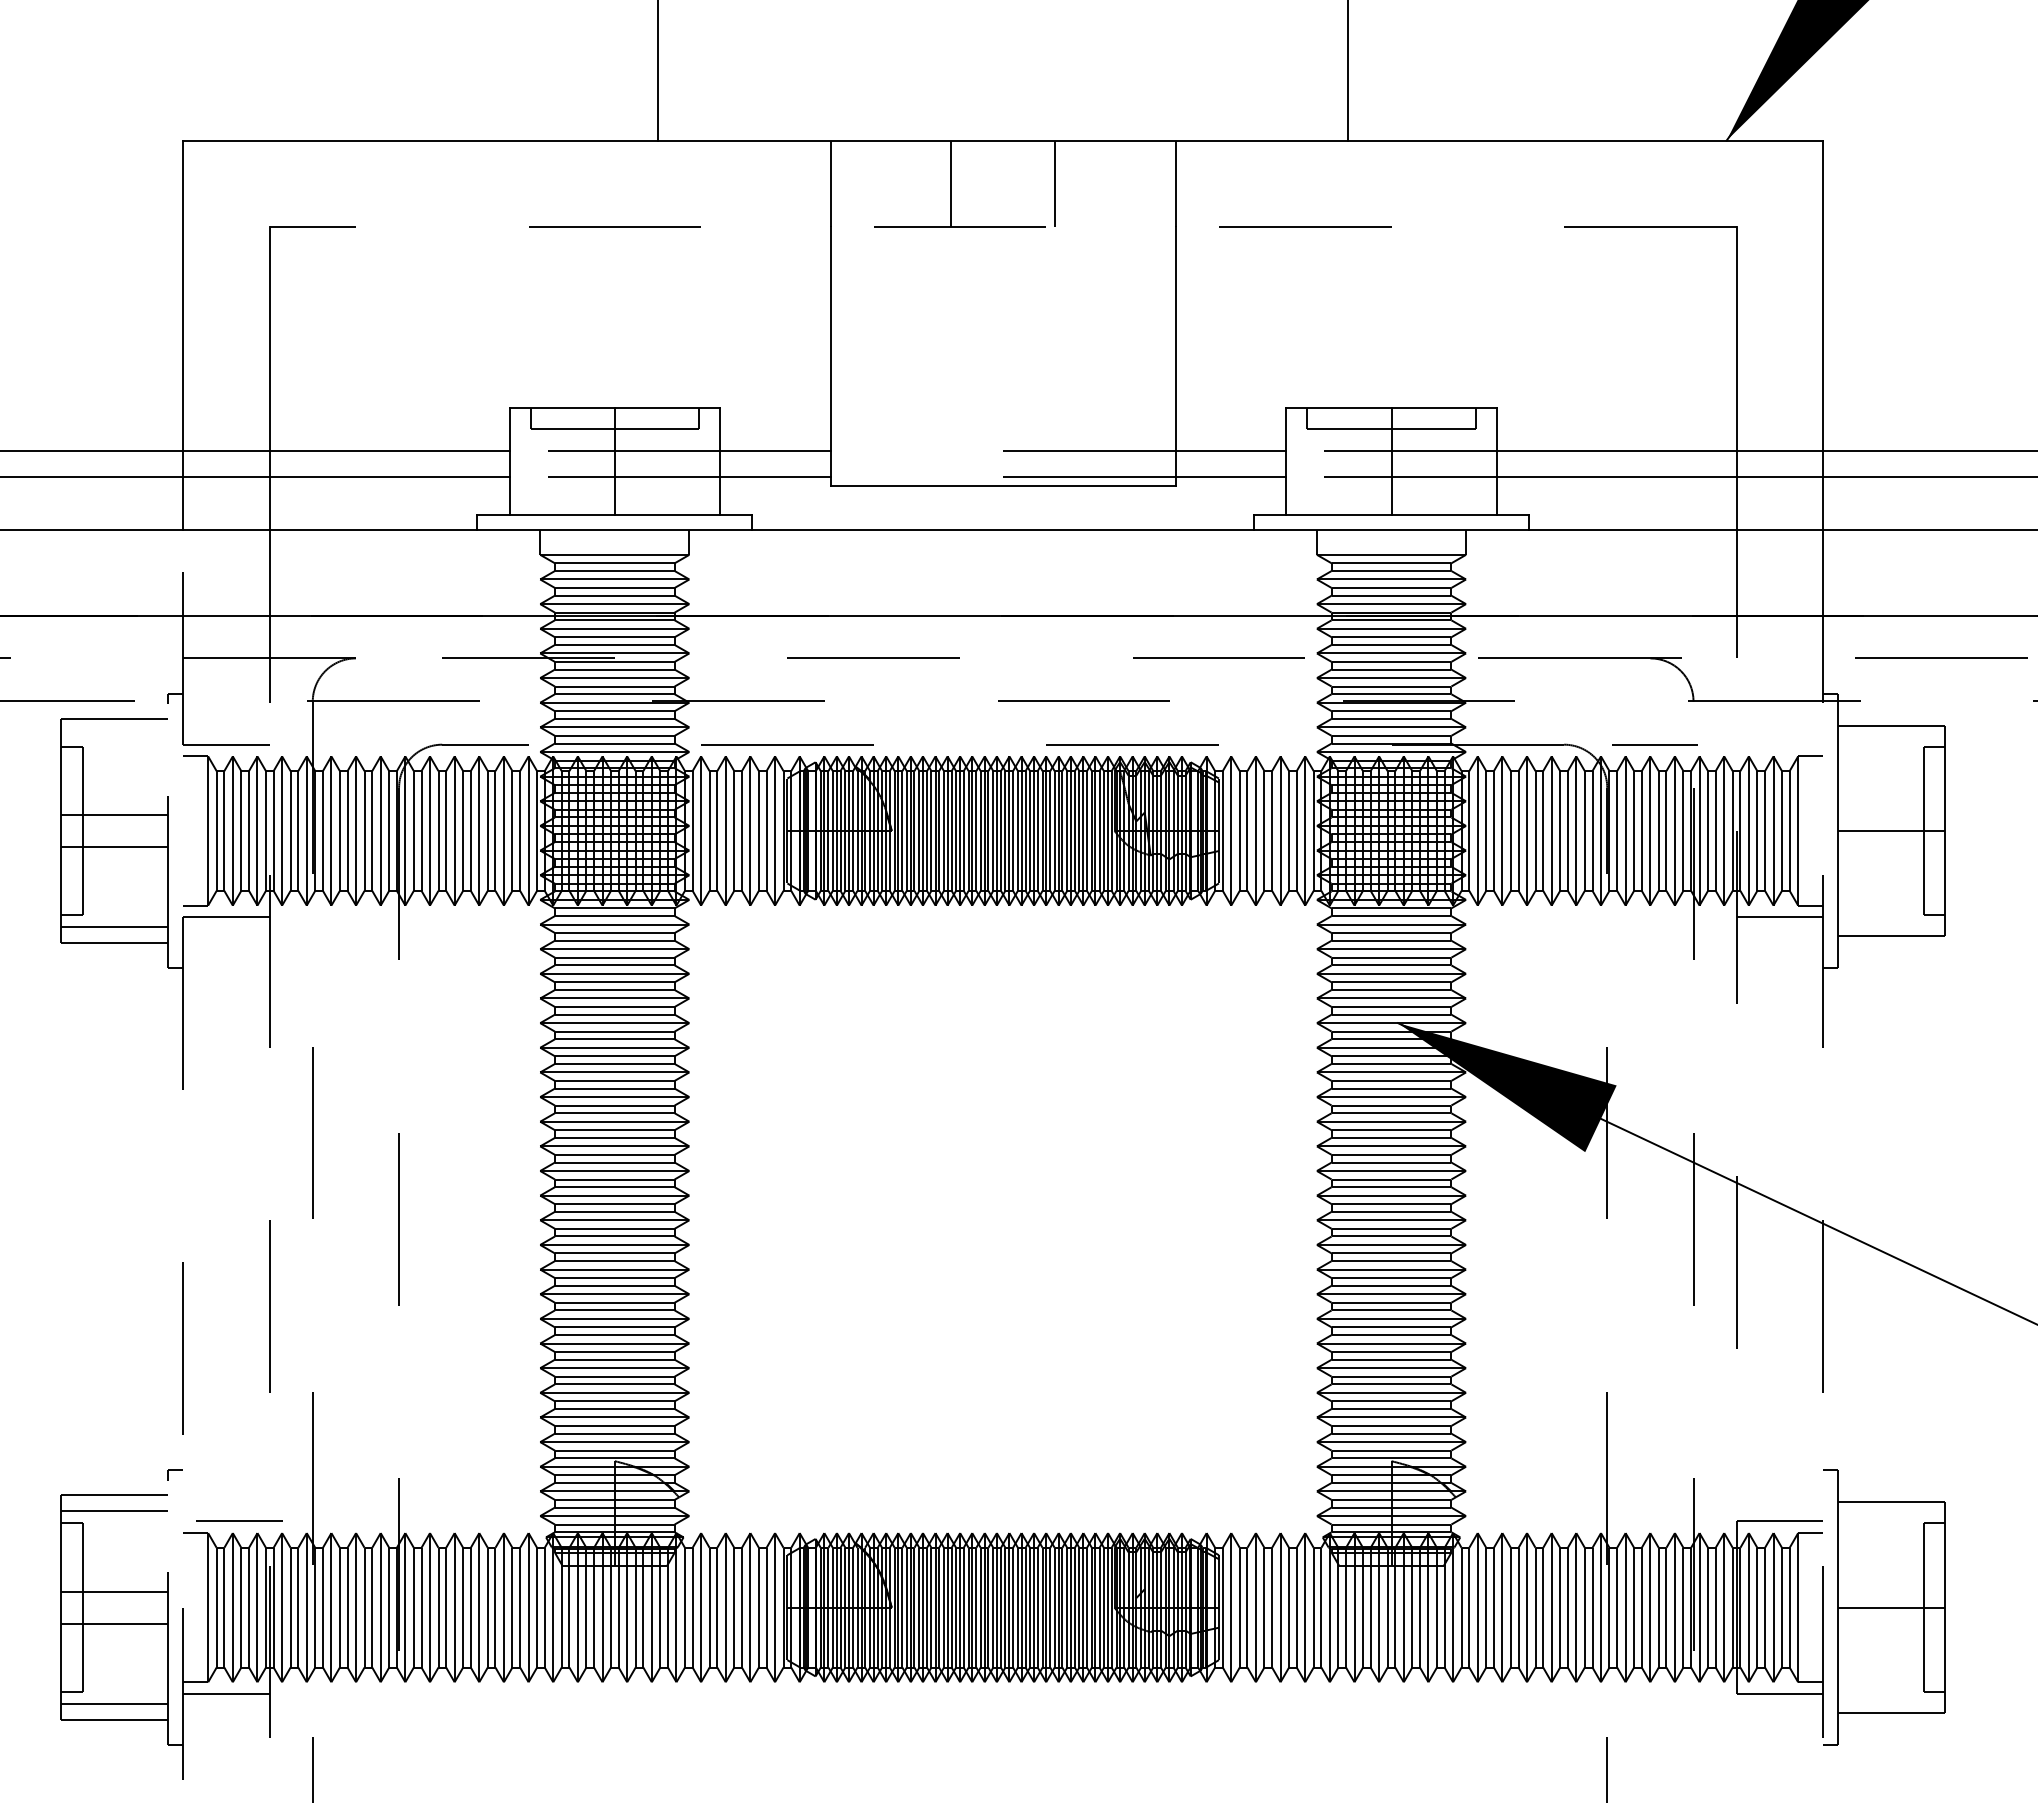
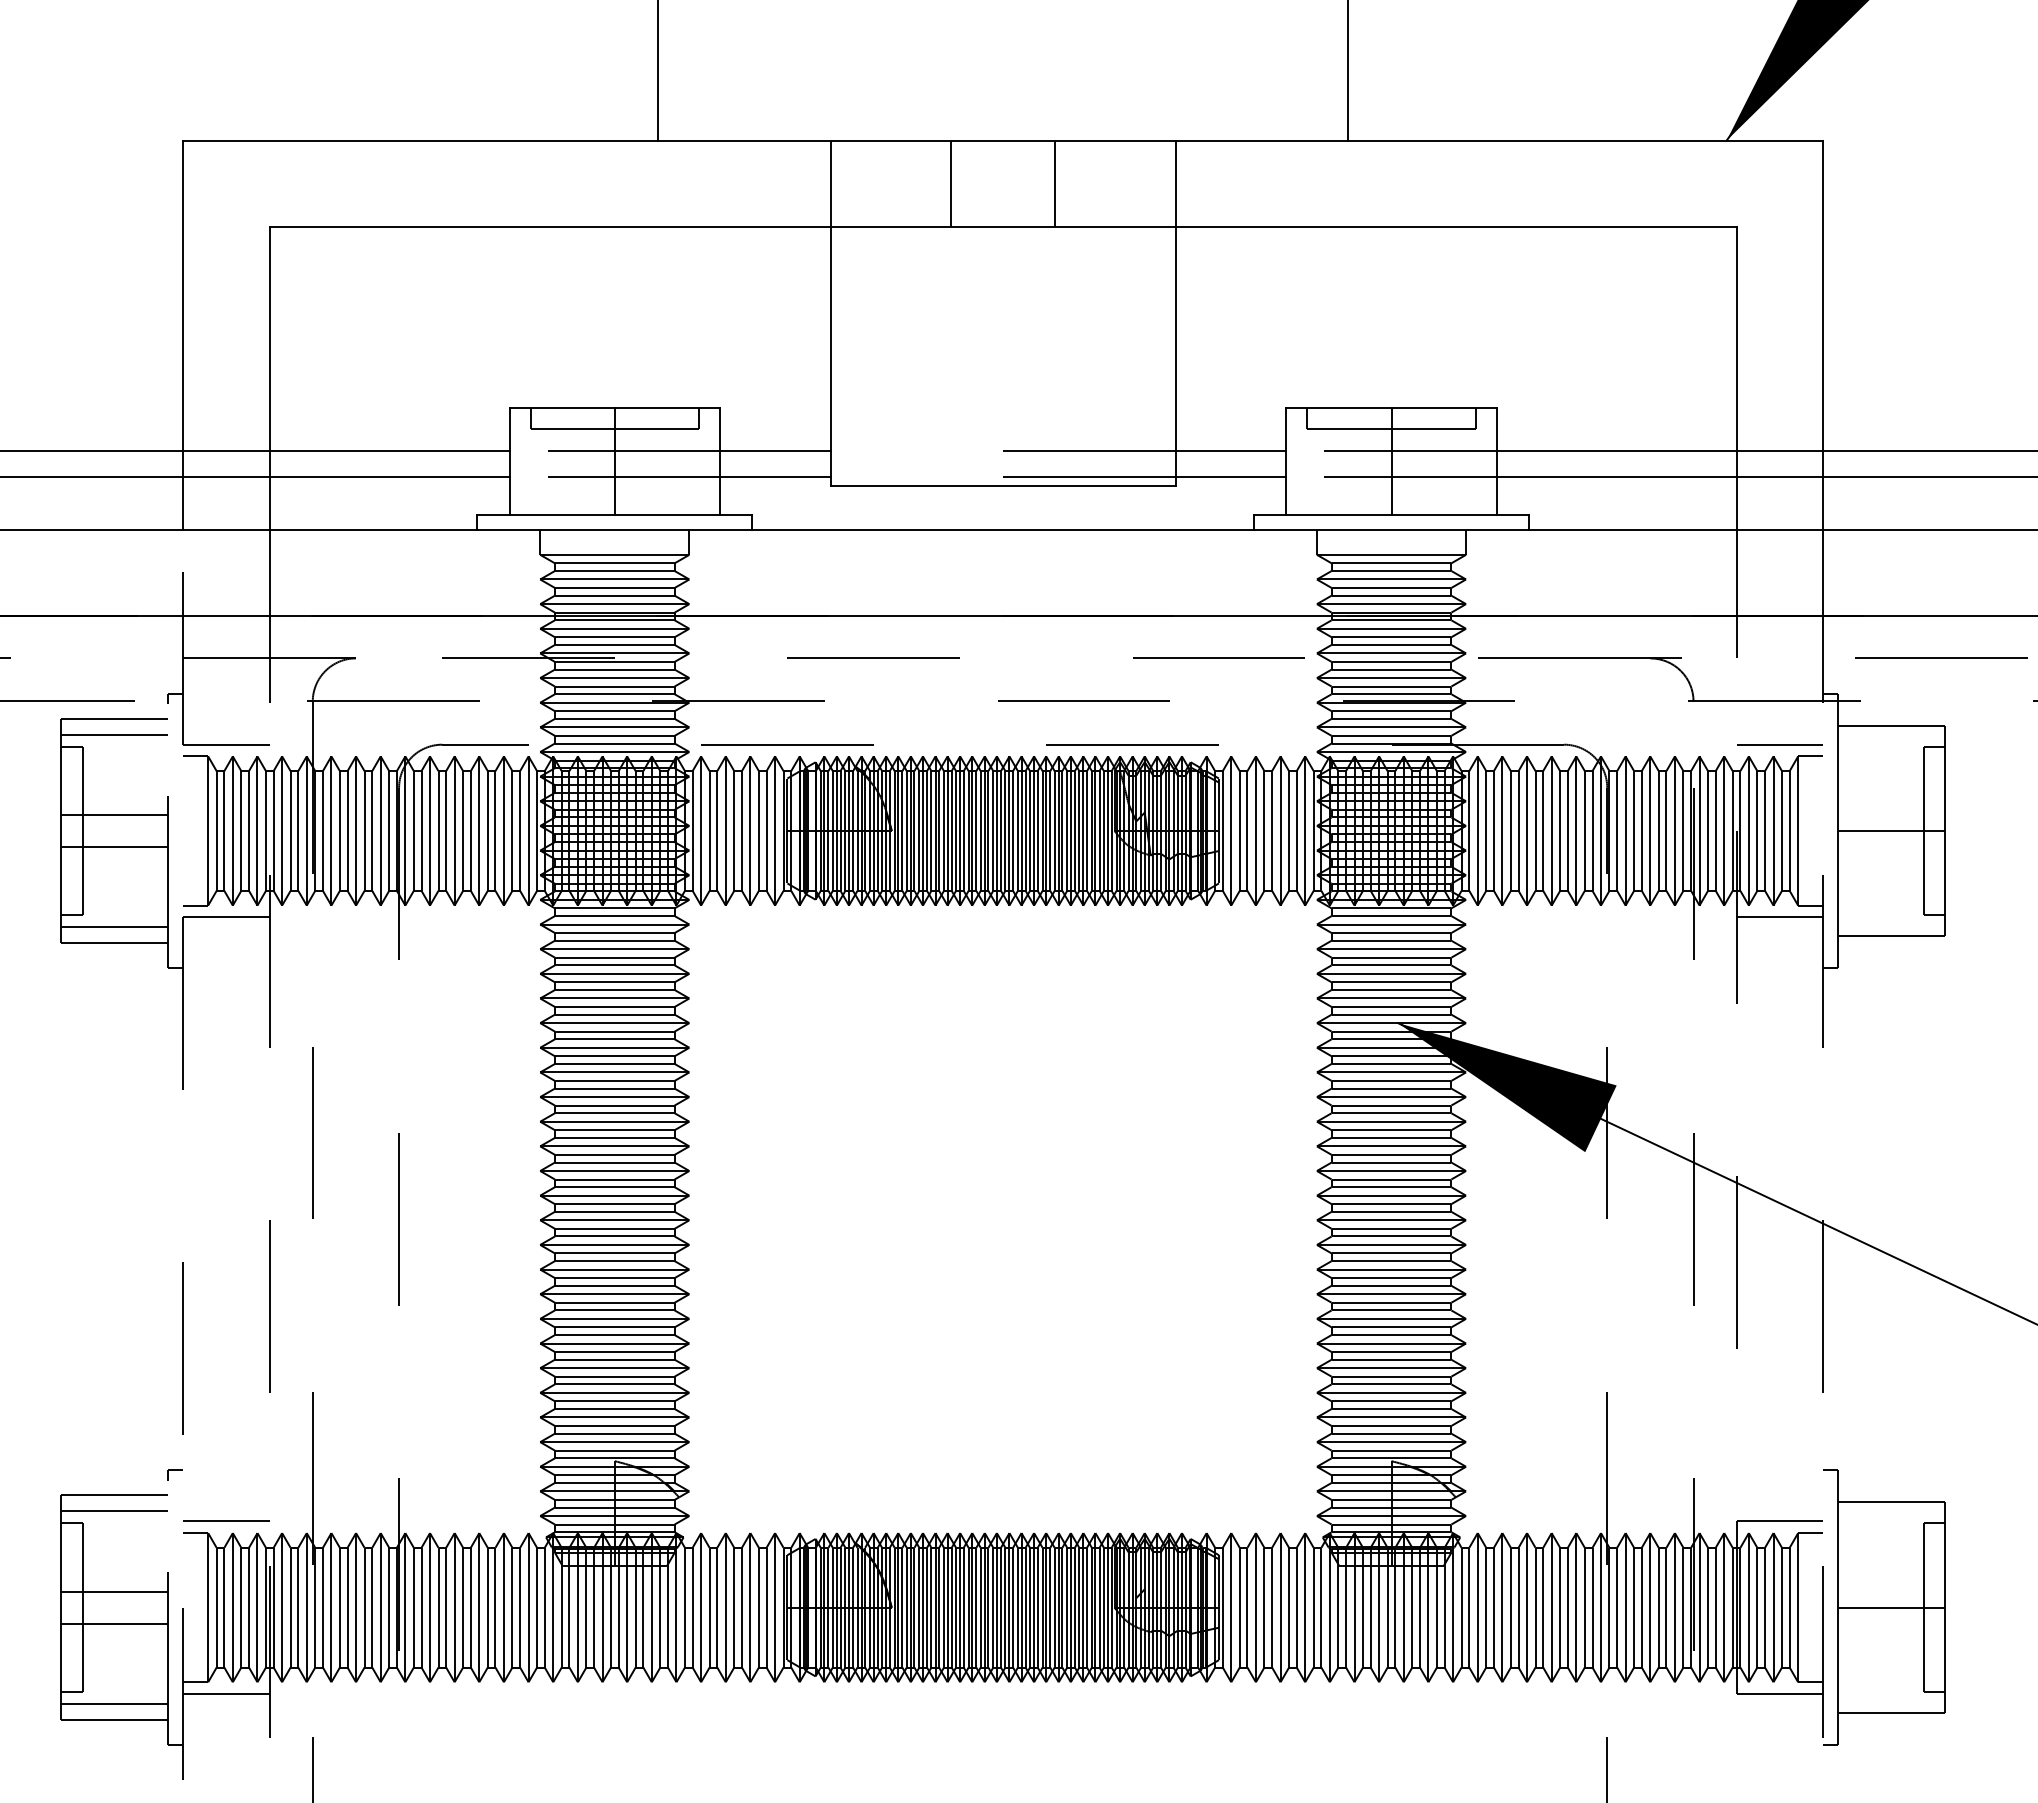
line at (1003, 226): dashed -> solid
line at (114, 734): none -> present
line at (1654, 744) position: (1654, 744) -> (1779, 744)
line at (239, 1520) position: (239, 1520) -> (226, 1520)
